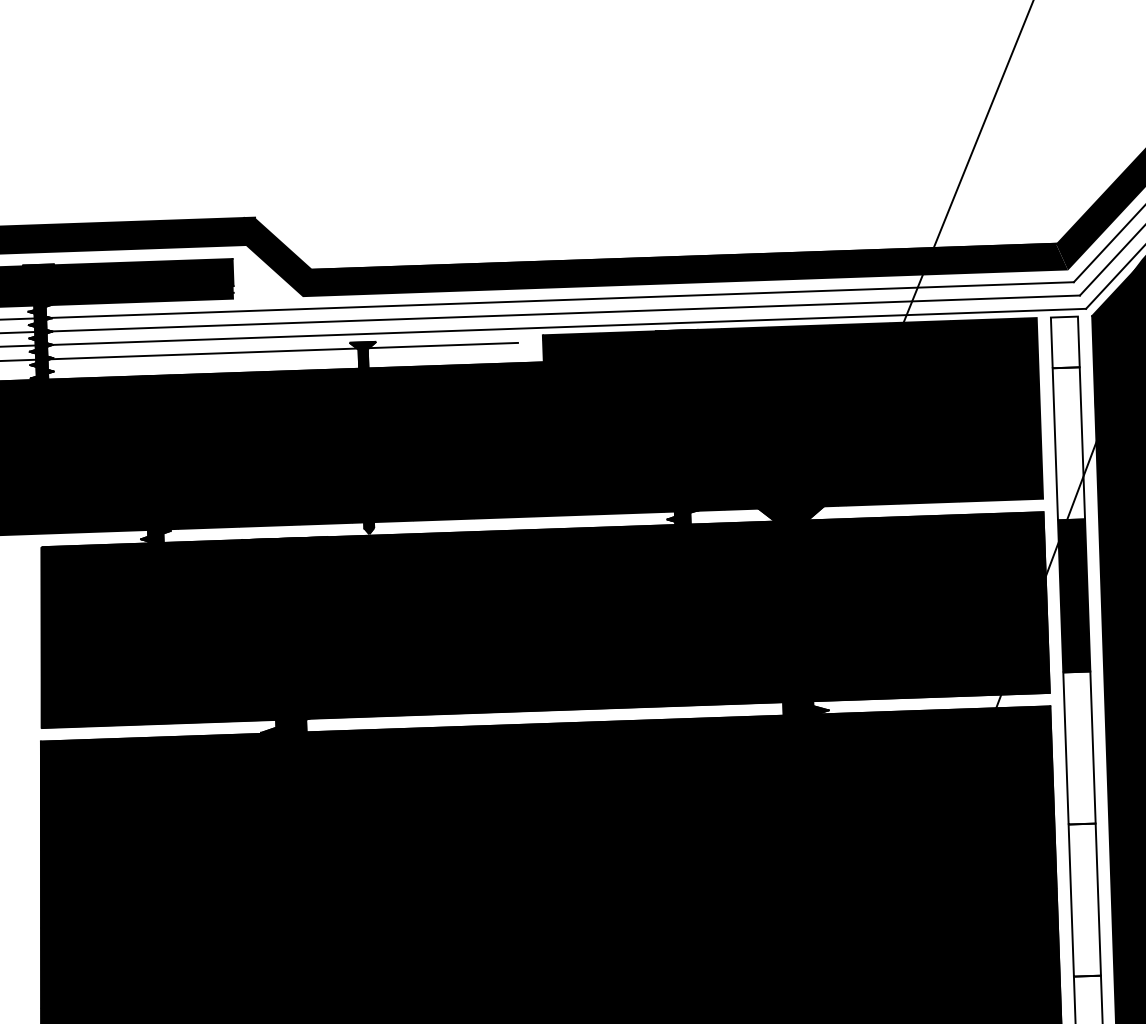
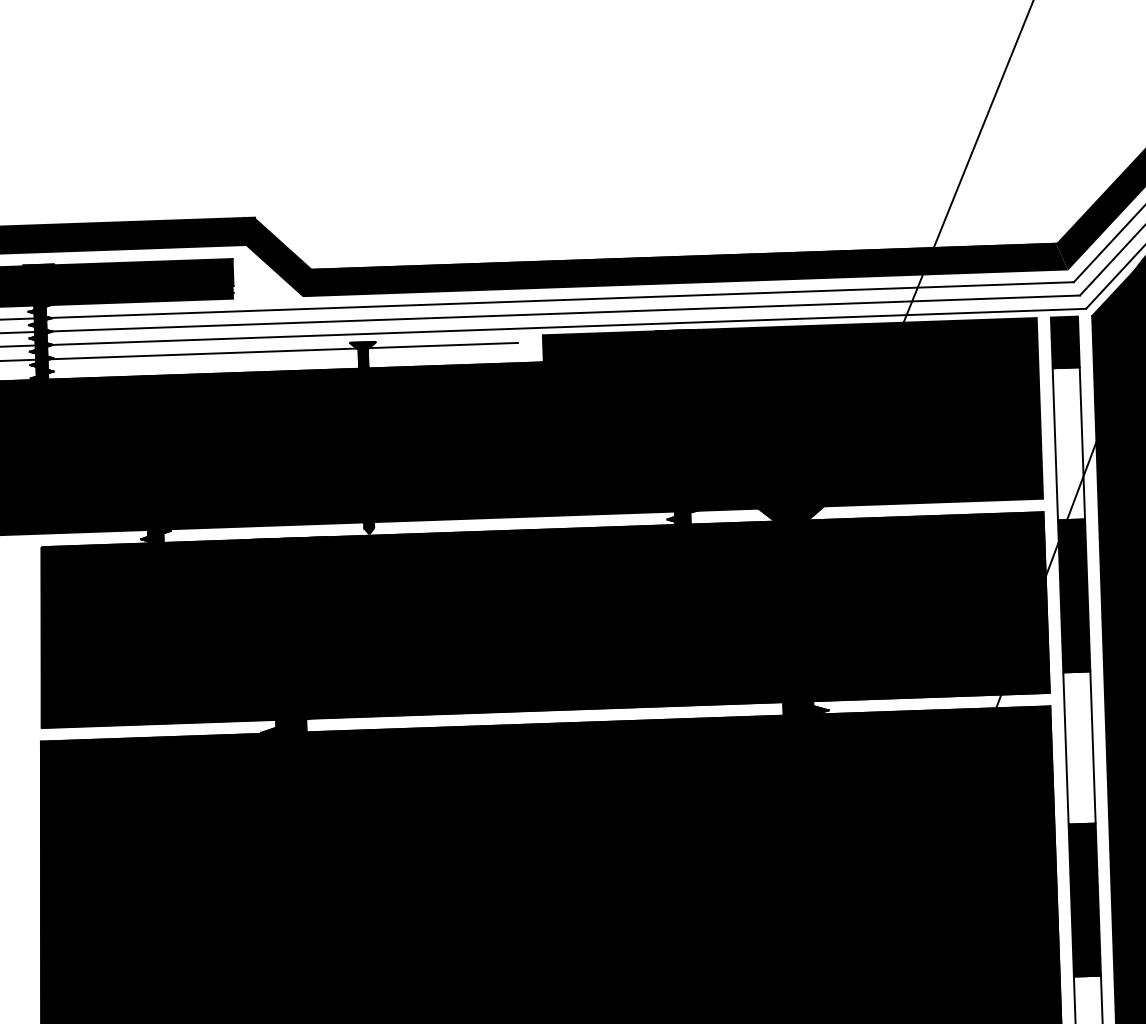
fill at (1064, 342): none -> present
fill at (1084, 899): none -> present
